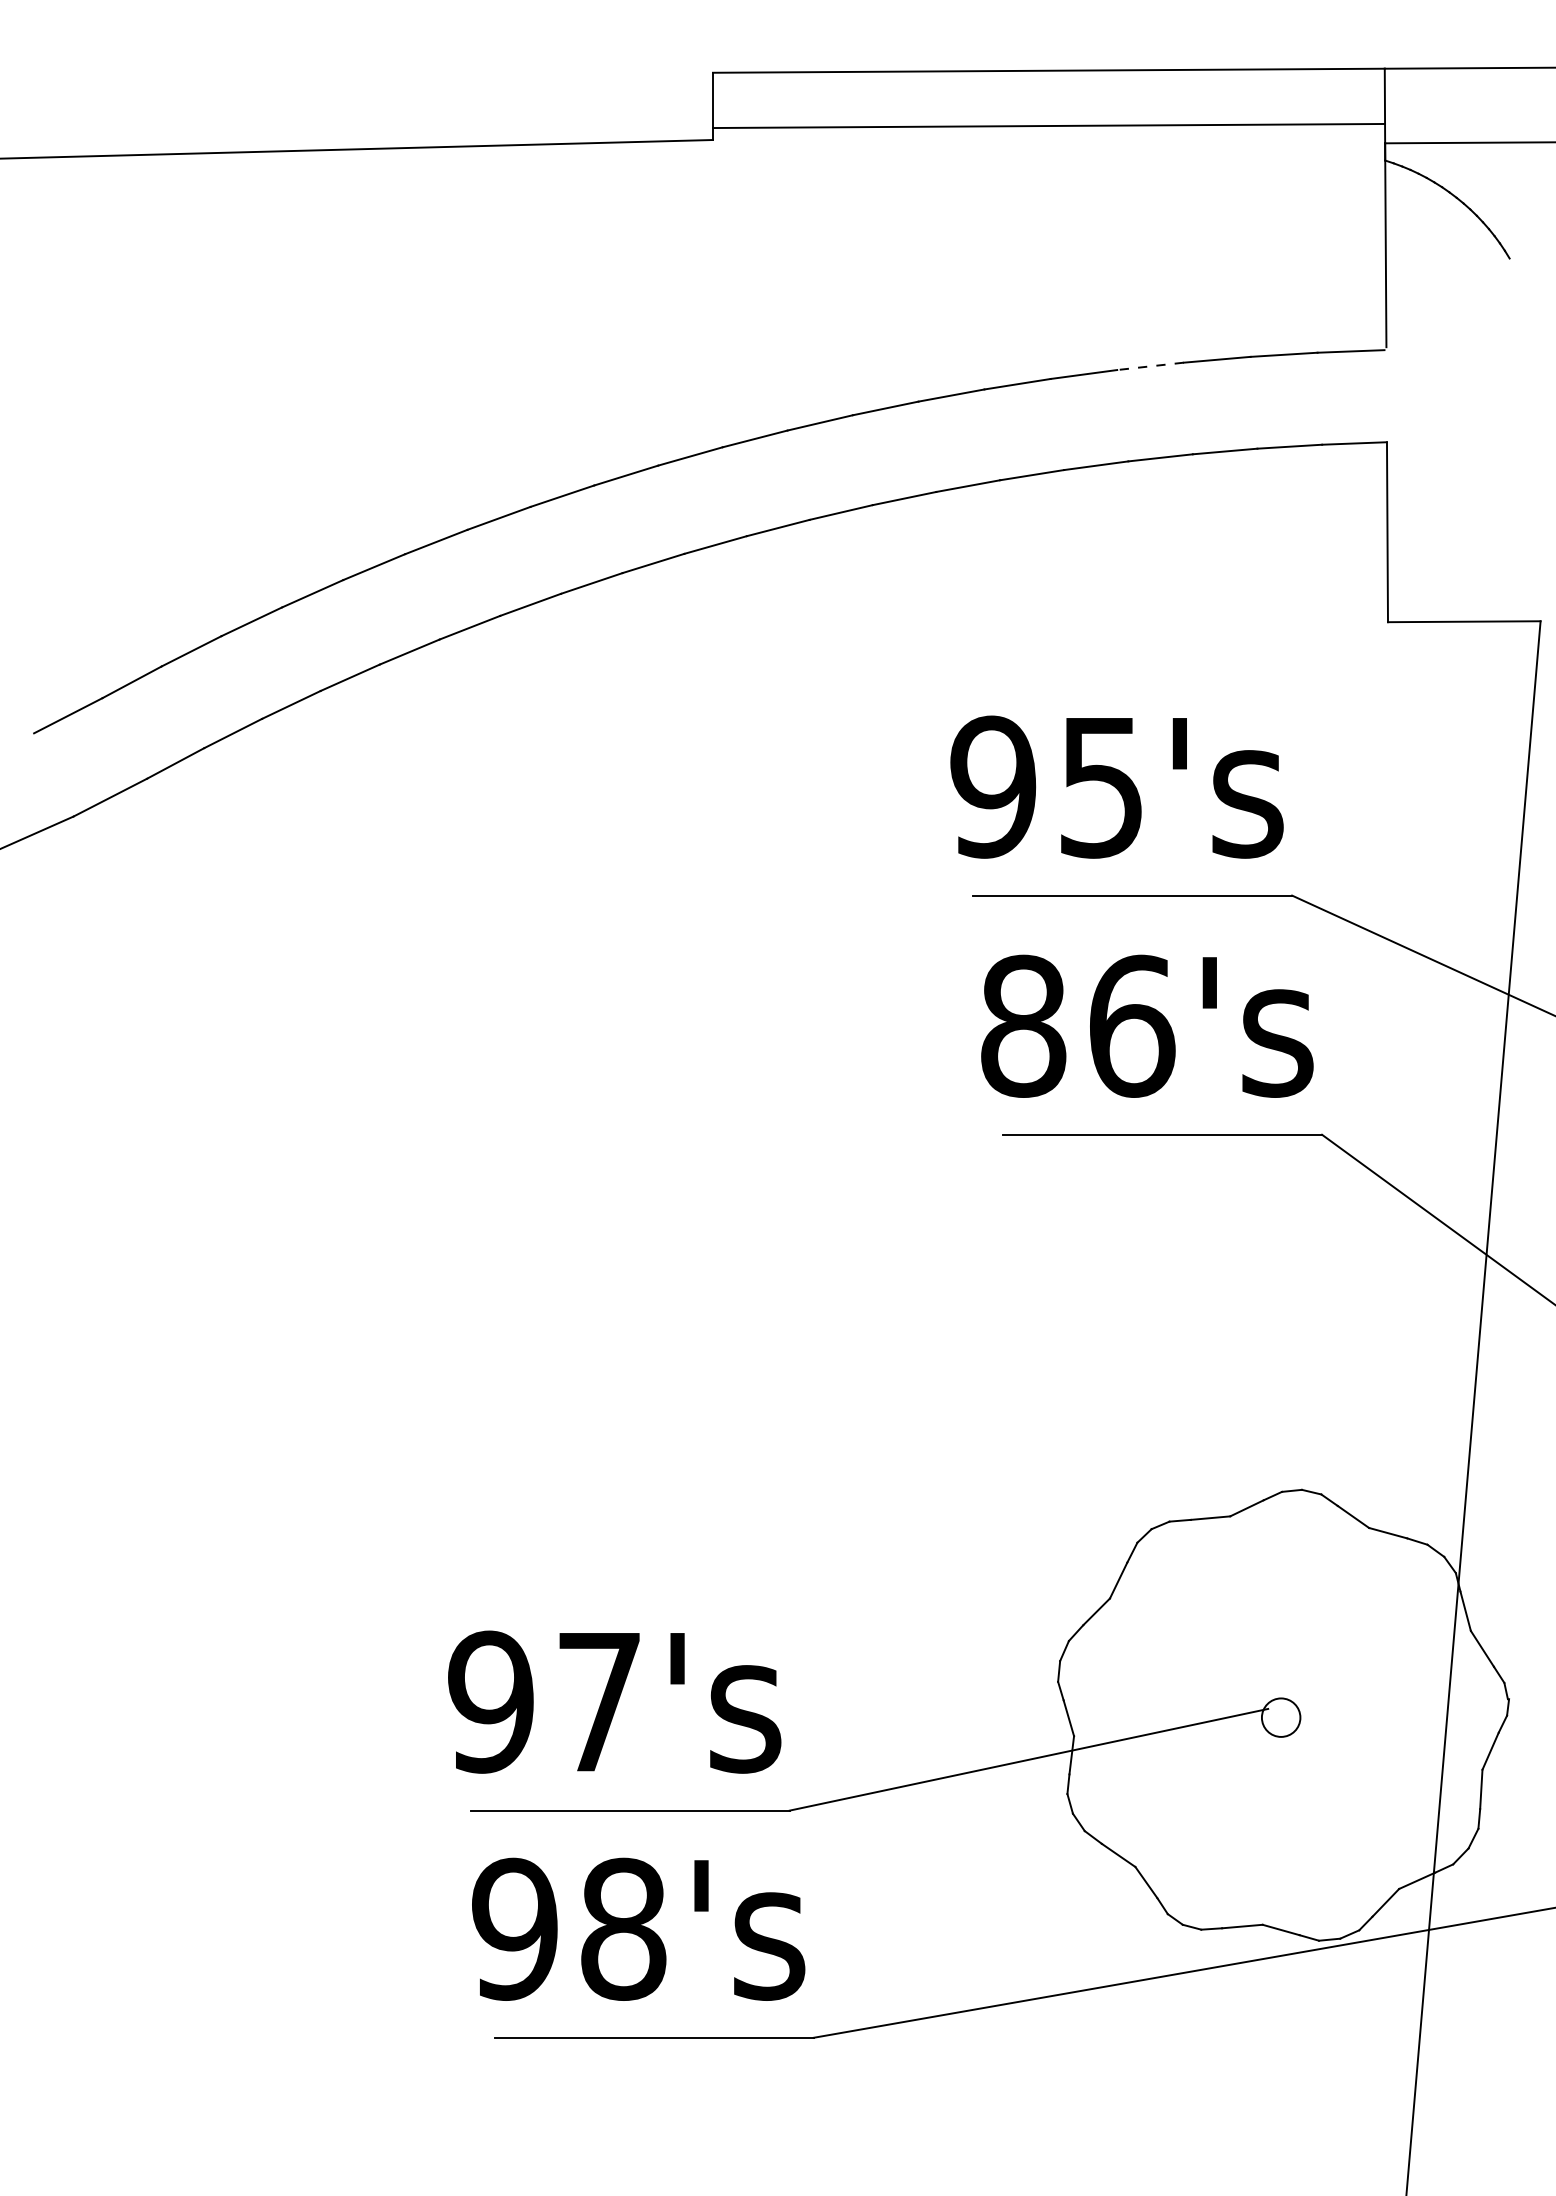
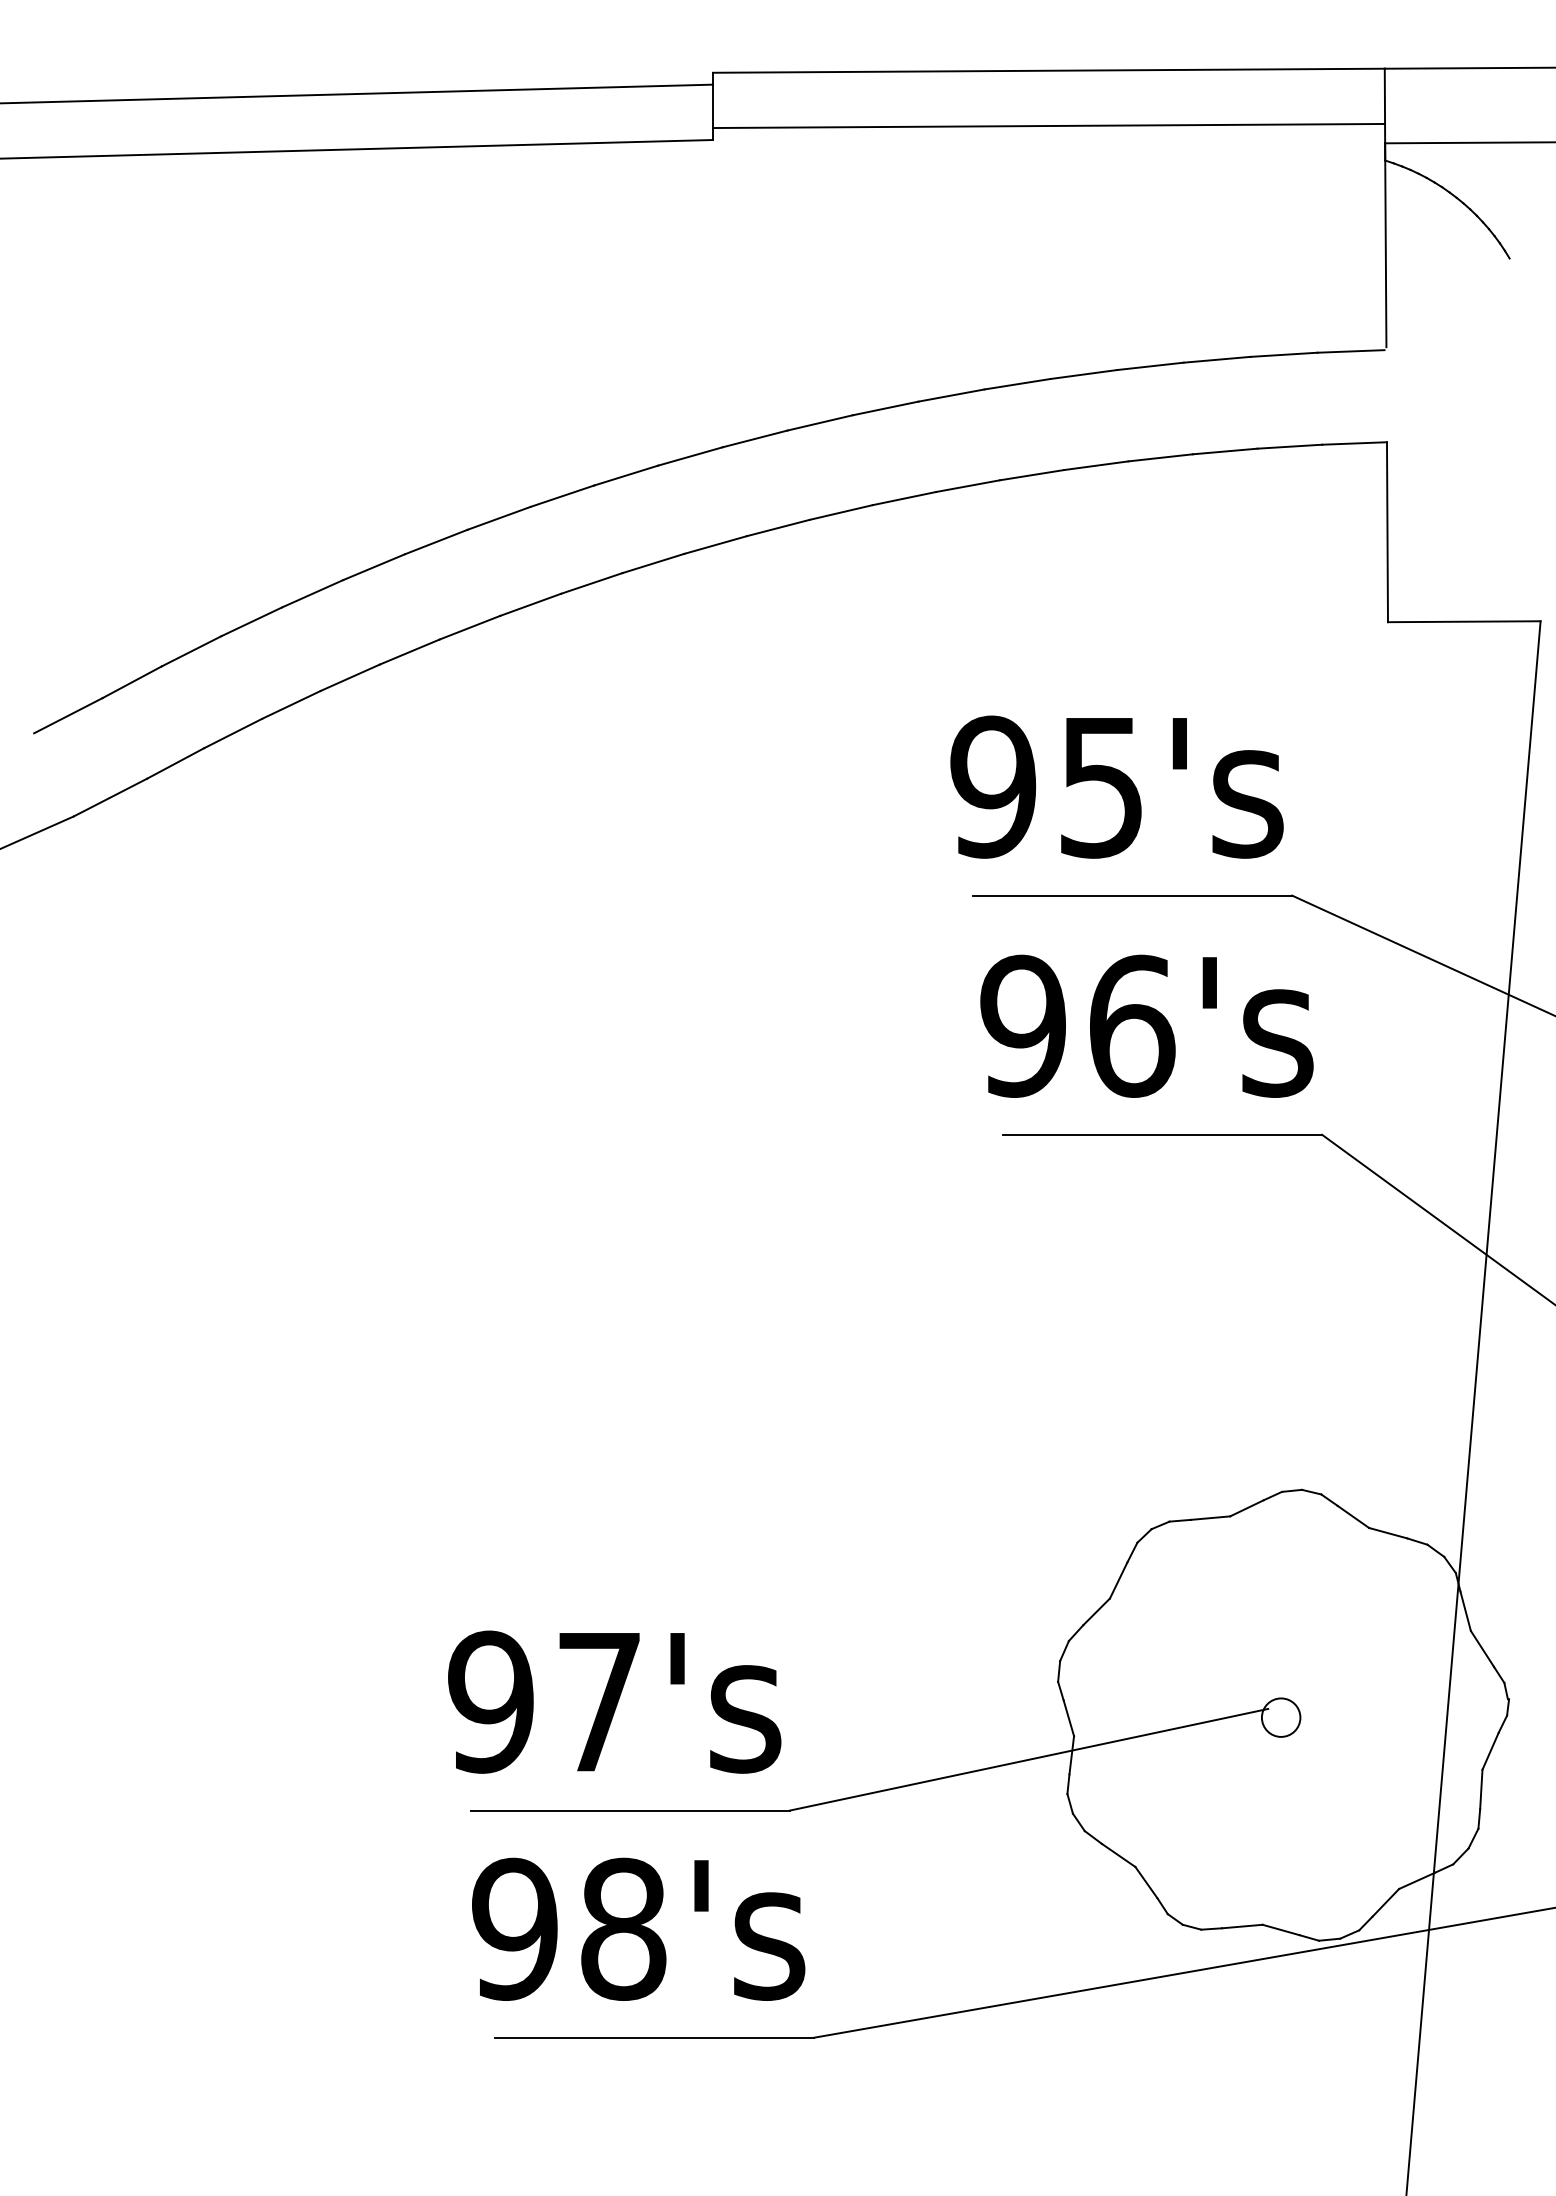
line at (357, 93): none -> present
line at (1150, 366): dashed -> solid
text at (1023, 1025): 86's -> 96's
